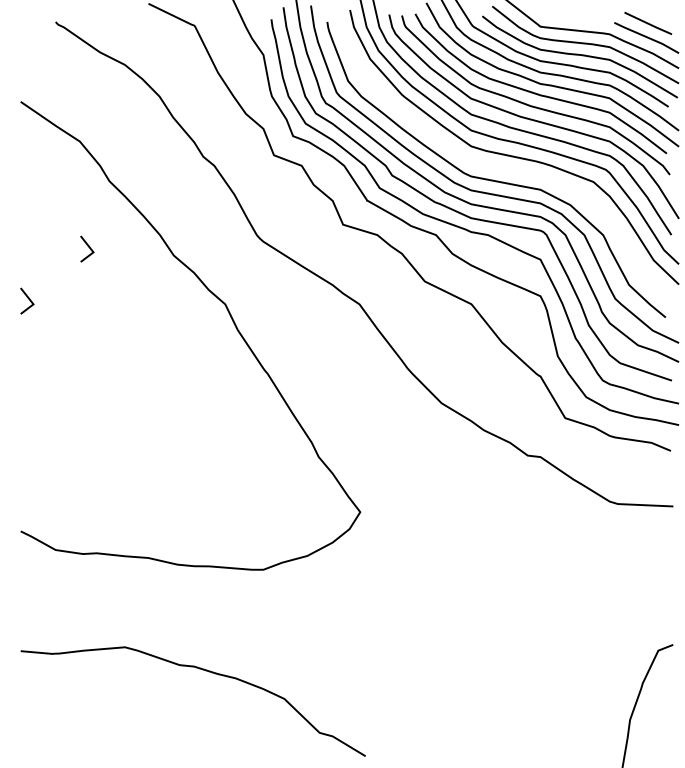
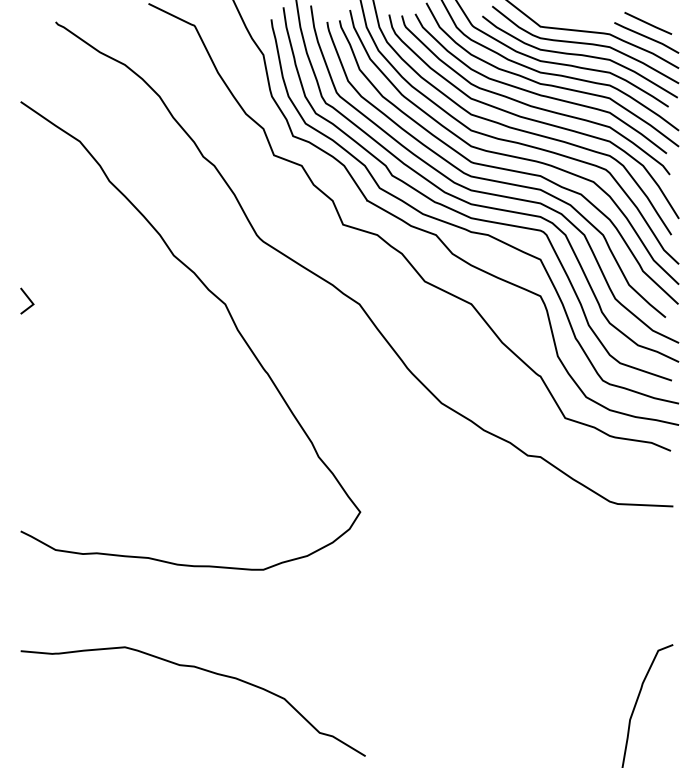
curve at (507, 168): none -> present
line at (88, 247): present -> none
